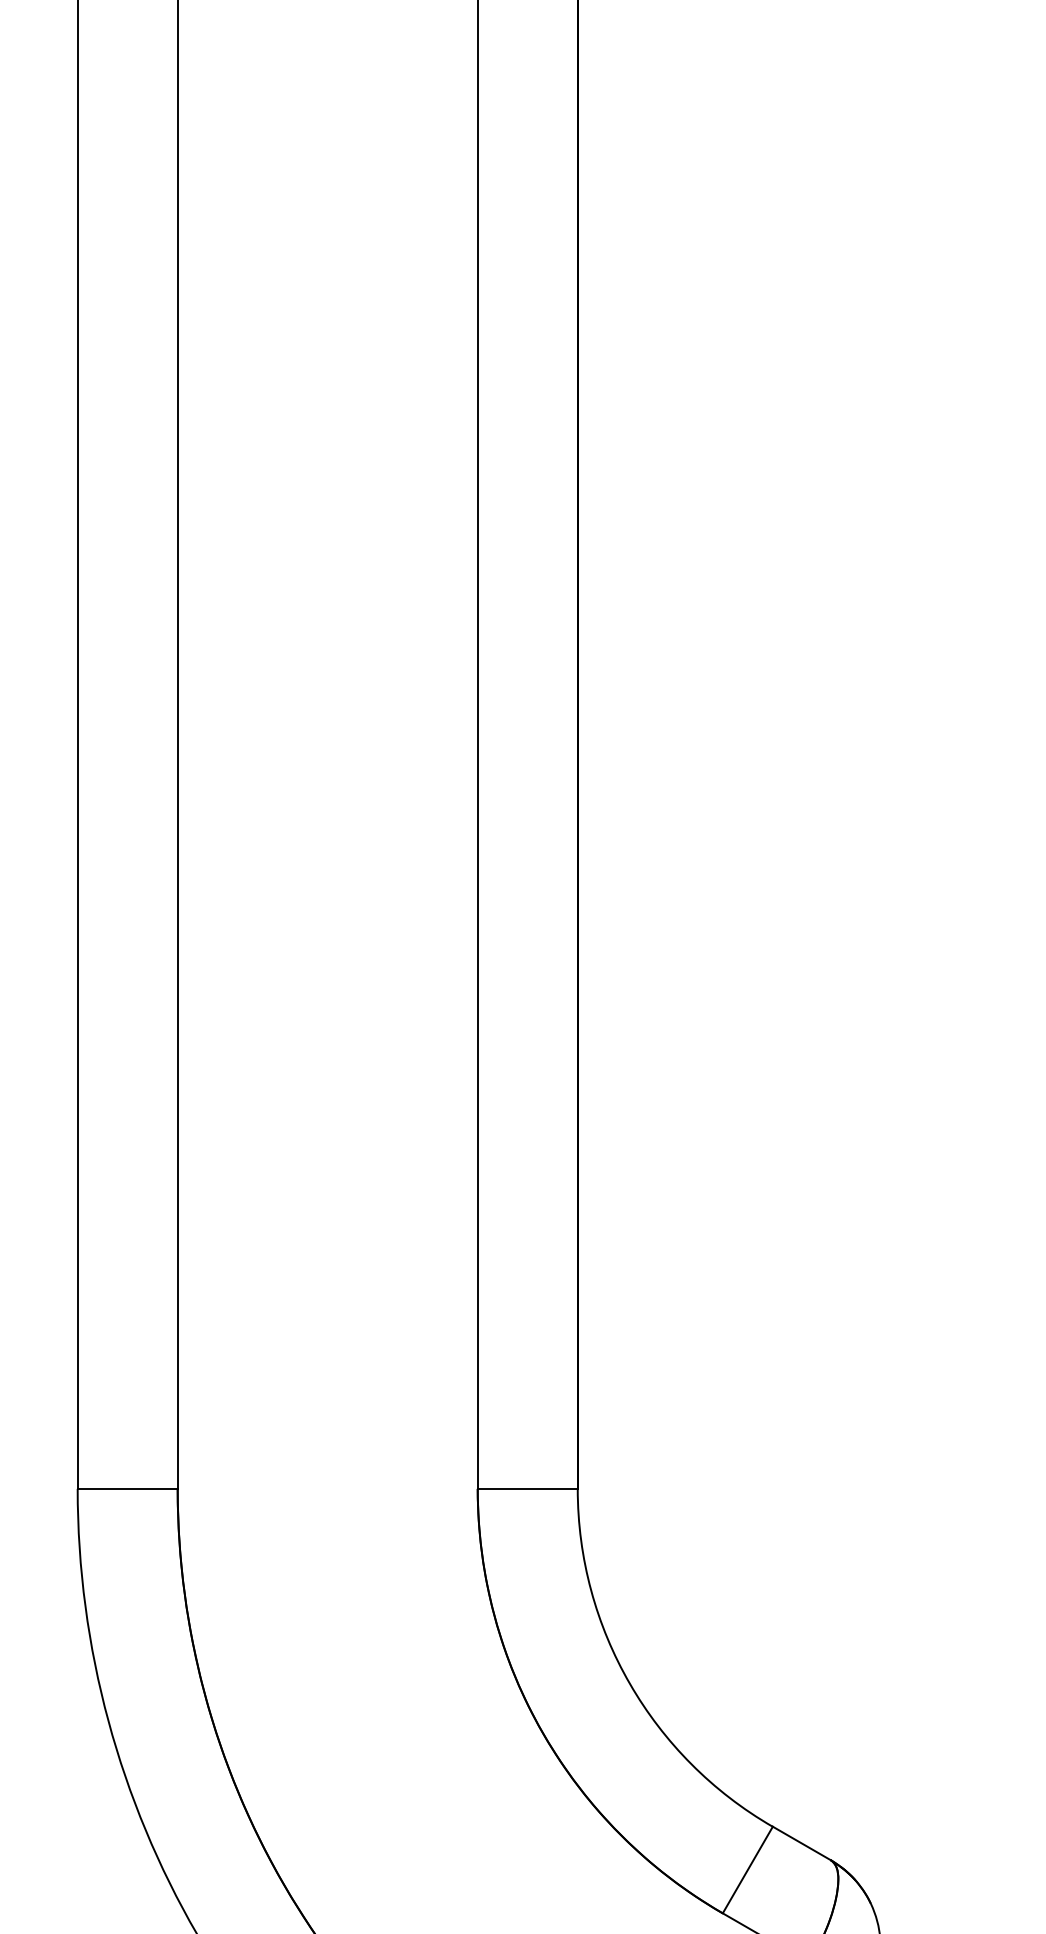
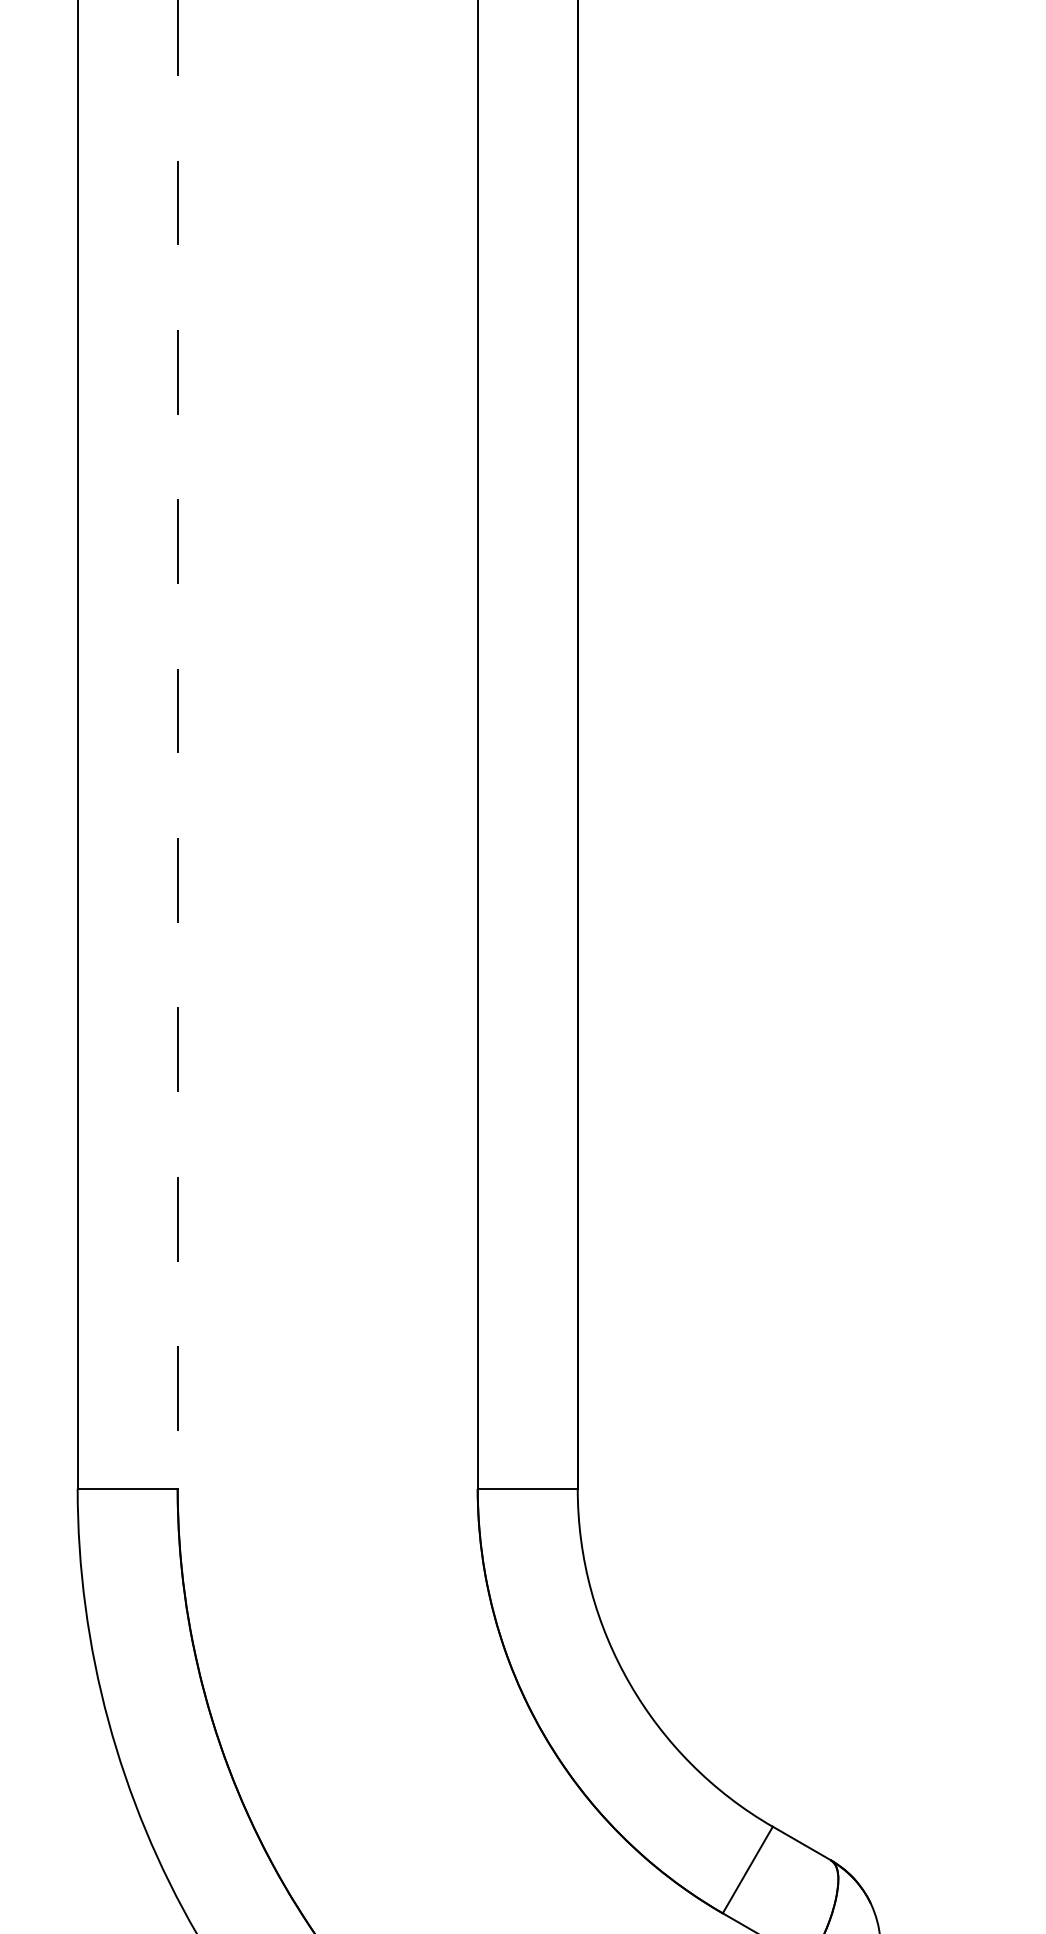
line at (177, 744): solid -> dashed
